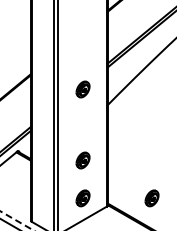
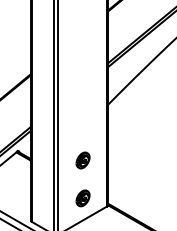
part at (82, 89): present -> none
part at (151, 198): present -> none
line at (17, 221): dashed -> solid
